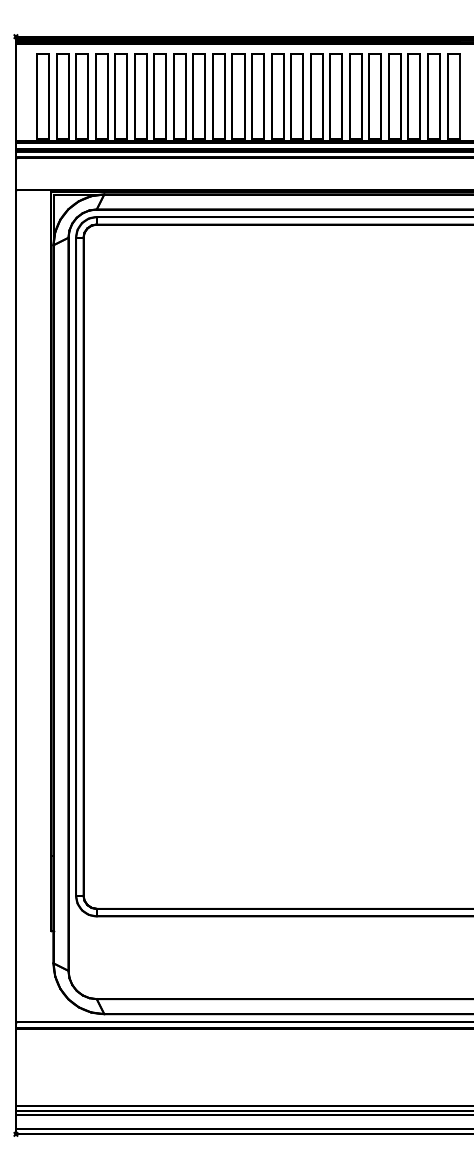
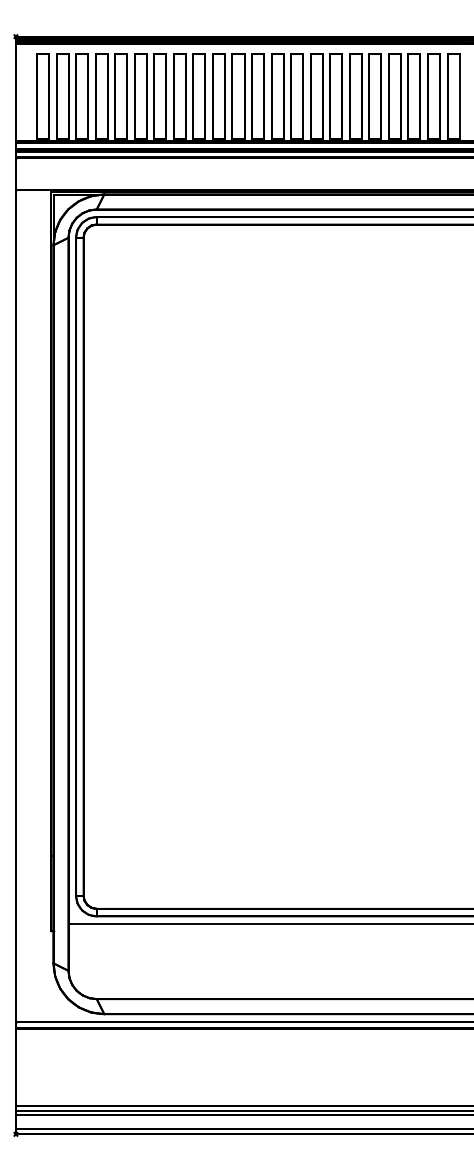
line at (269, 923): none -> present
